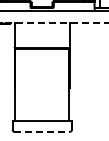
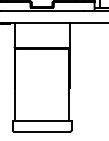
line at (54, 23): dashed -> solid
line at (42, 131): dashed -> solid
